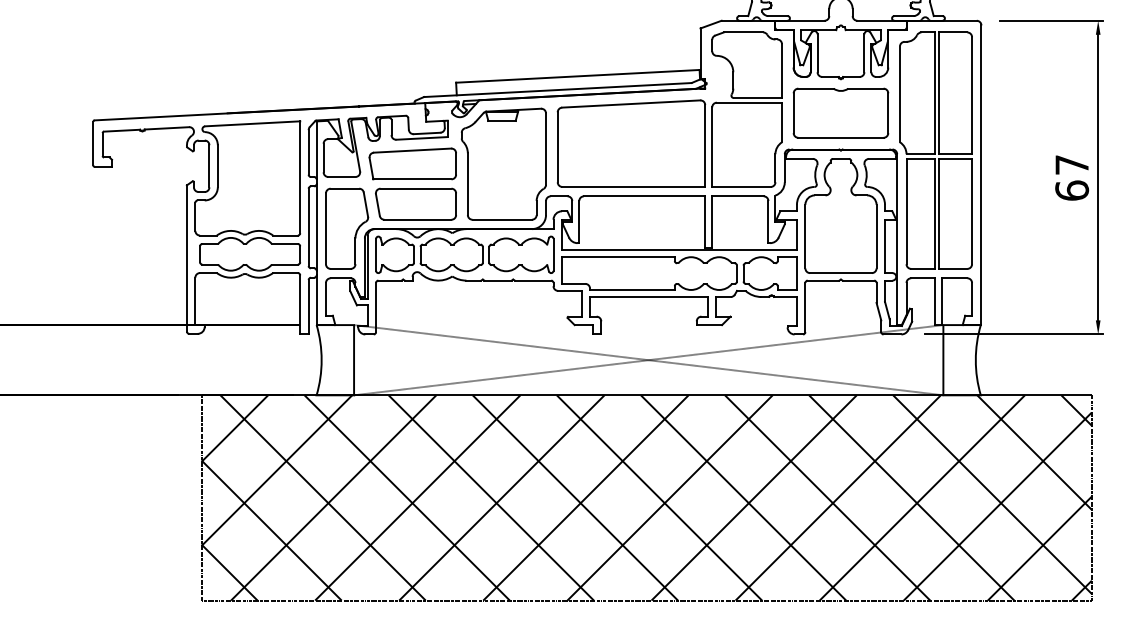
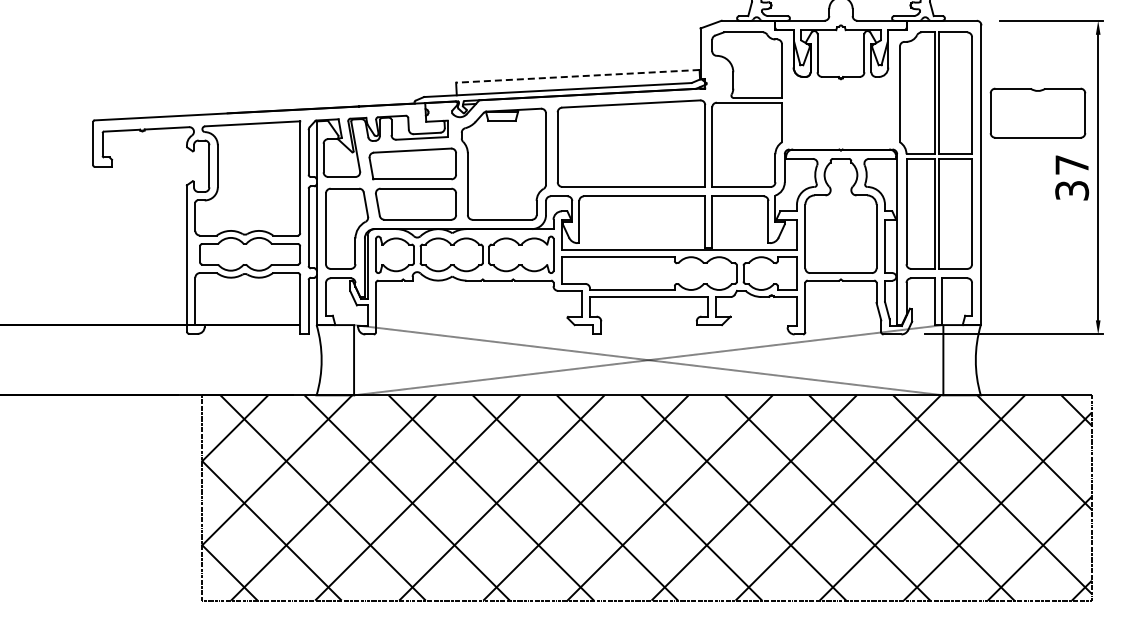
line at (577, 76): solid -> dashed
part at (840, 112) position: (840, 112) -> (1037, 112)
text at (1072, 190): 67 -> 37
